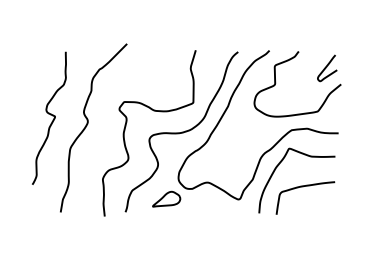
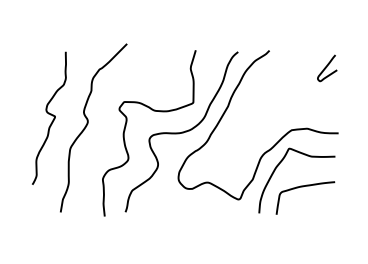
curve at (276, 83): present -> none
part at (166, 198): present -> none
